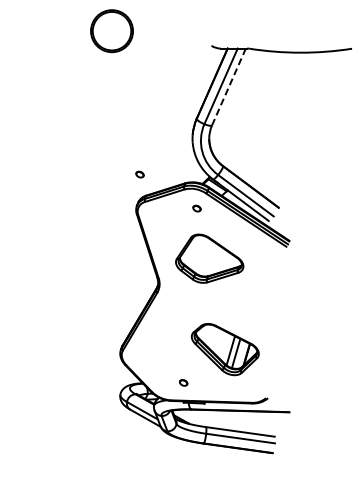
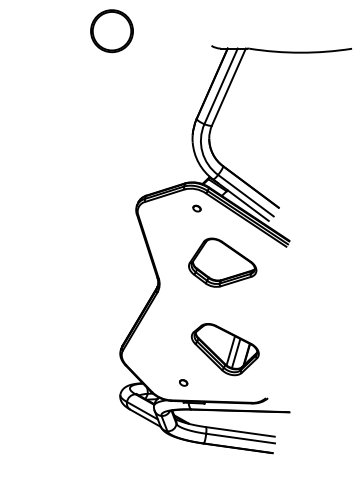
line at (228, 86): dashed -> solid
part at (139, 174): present -> none
part at (209, 258) position: (209, 258) -> (222, 262)
